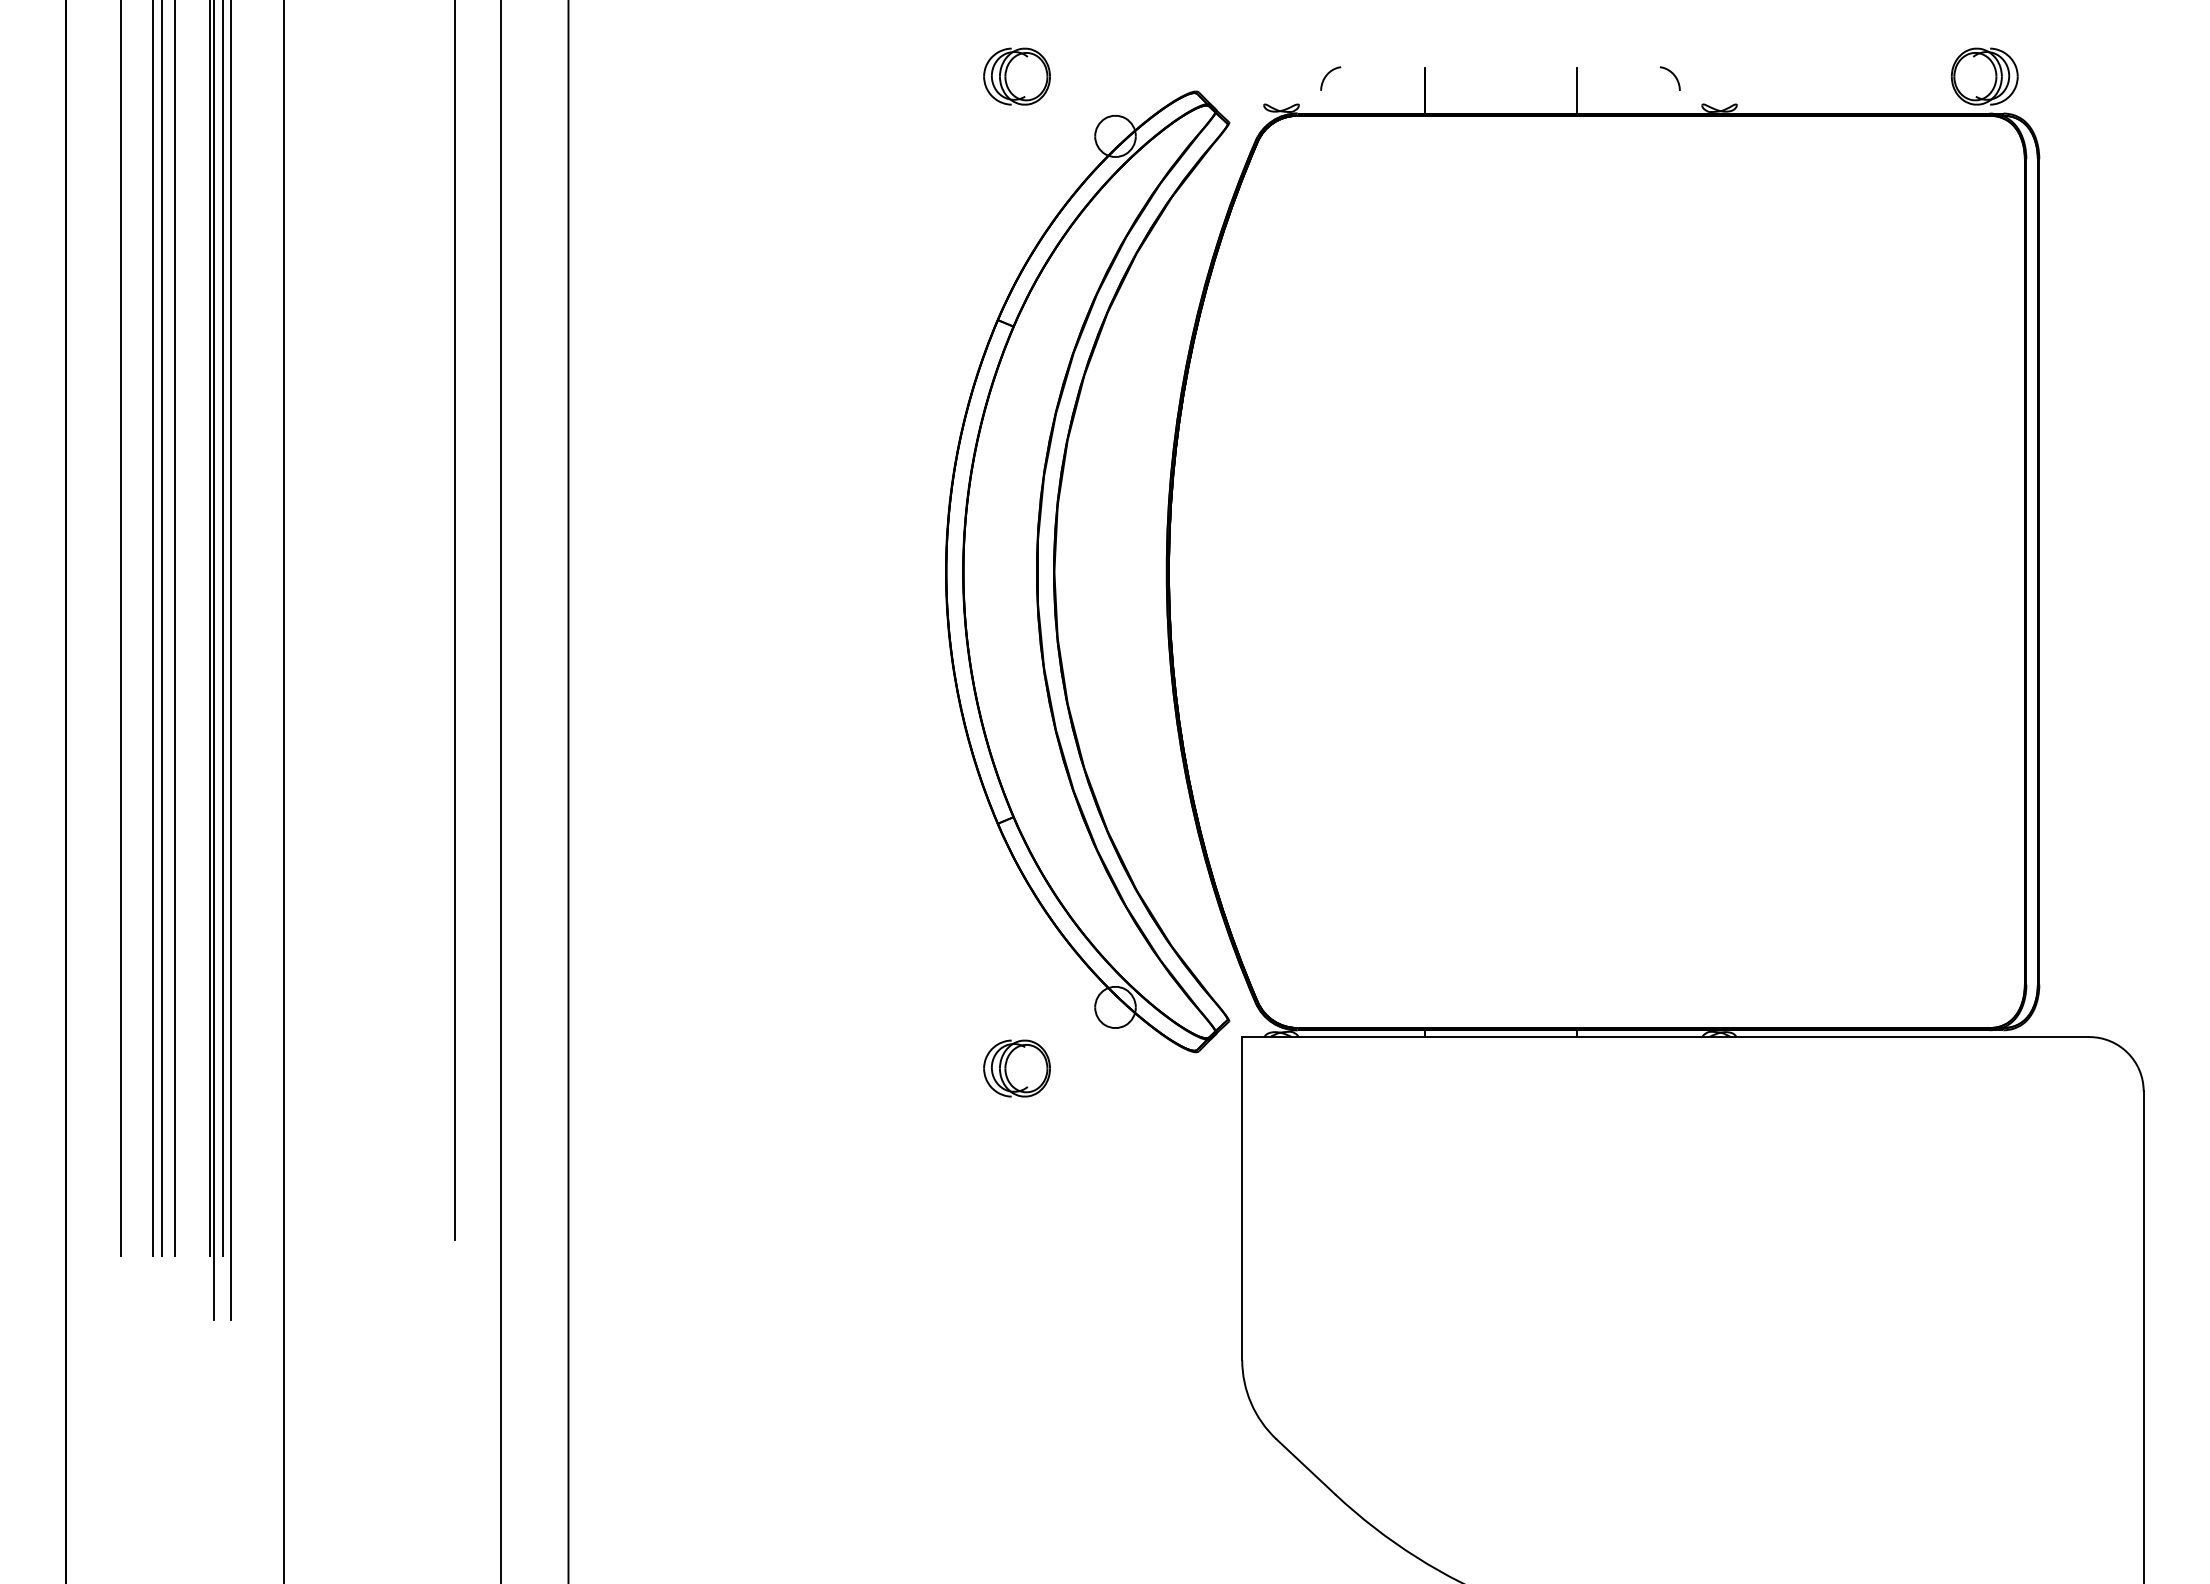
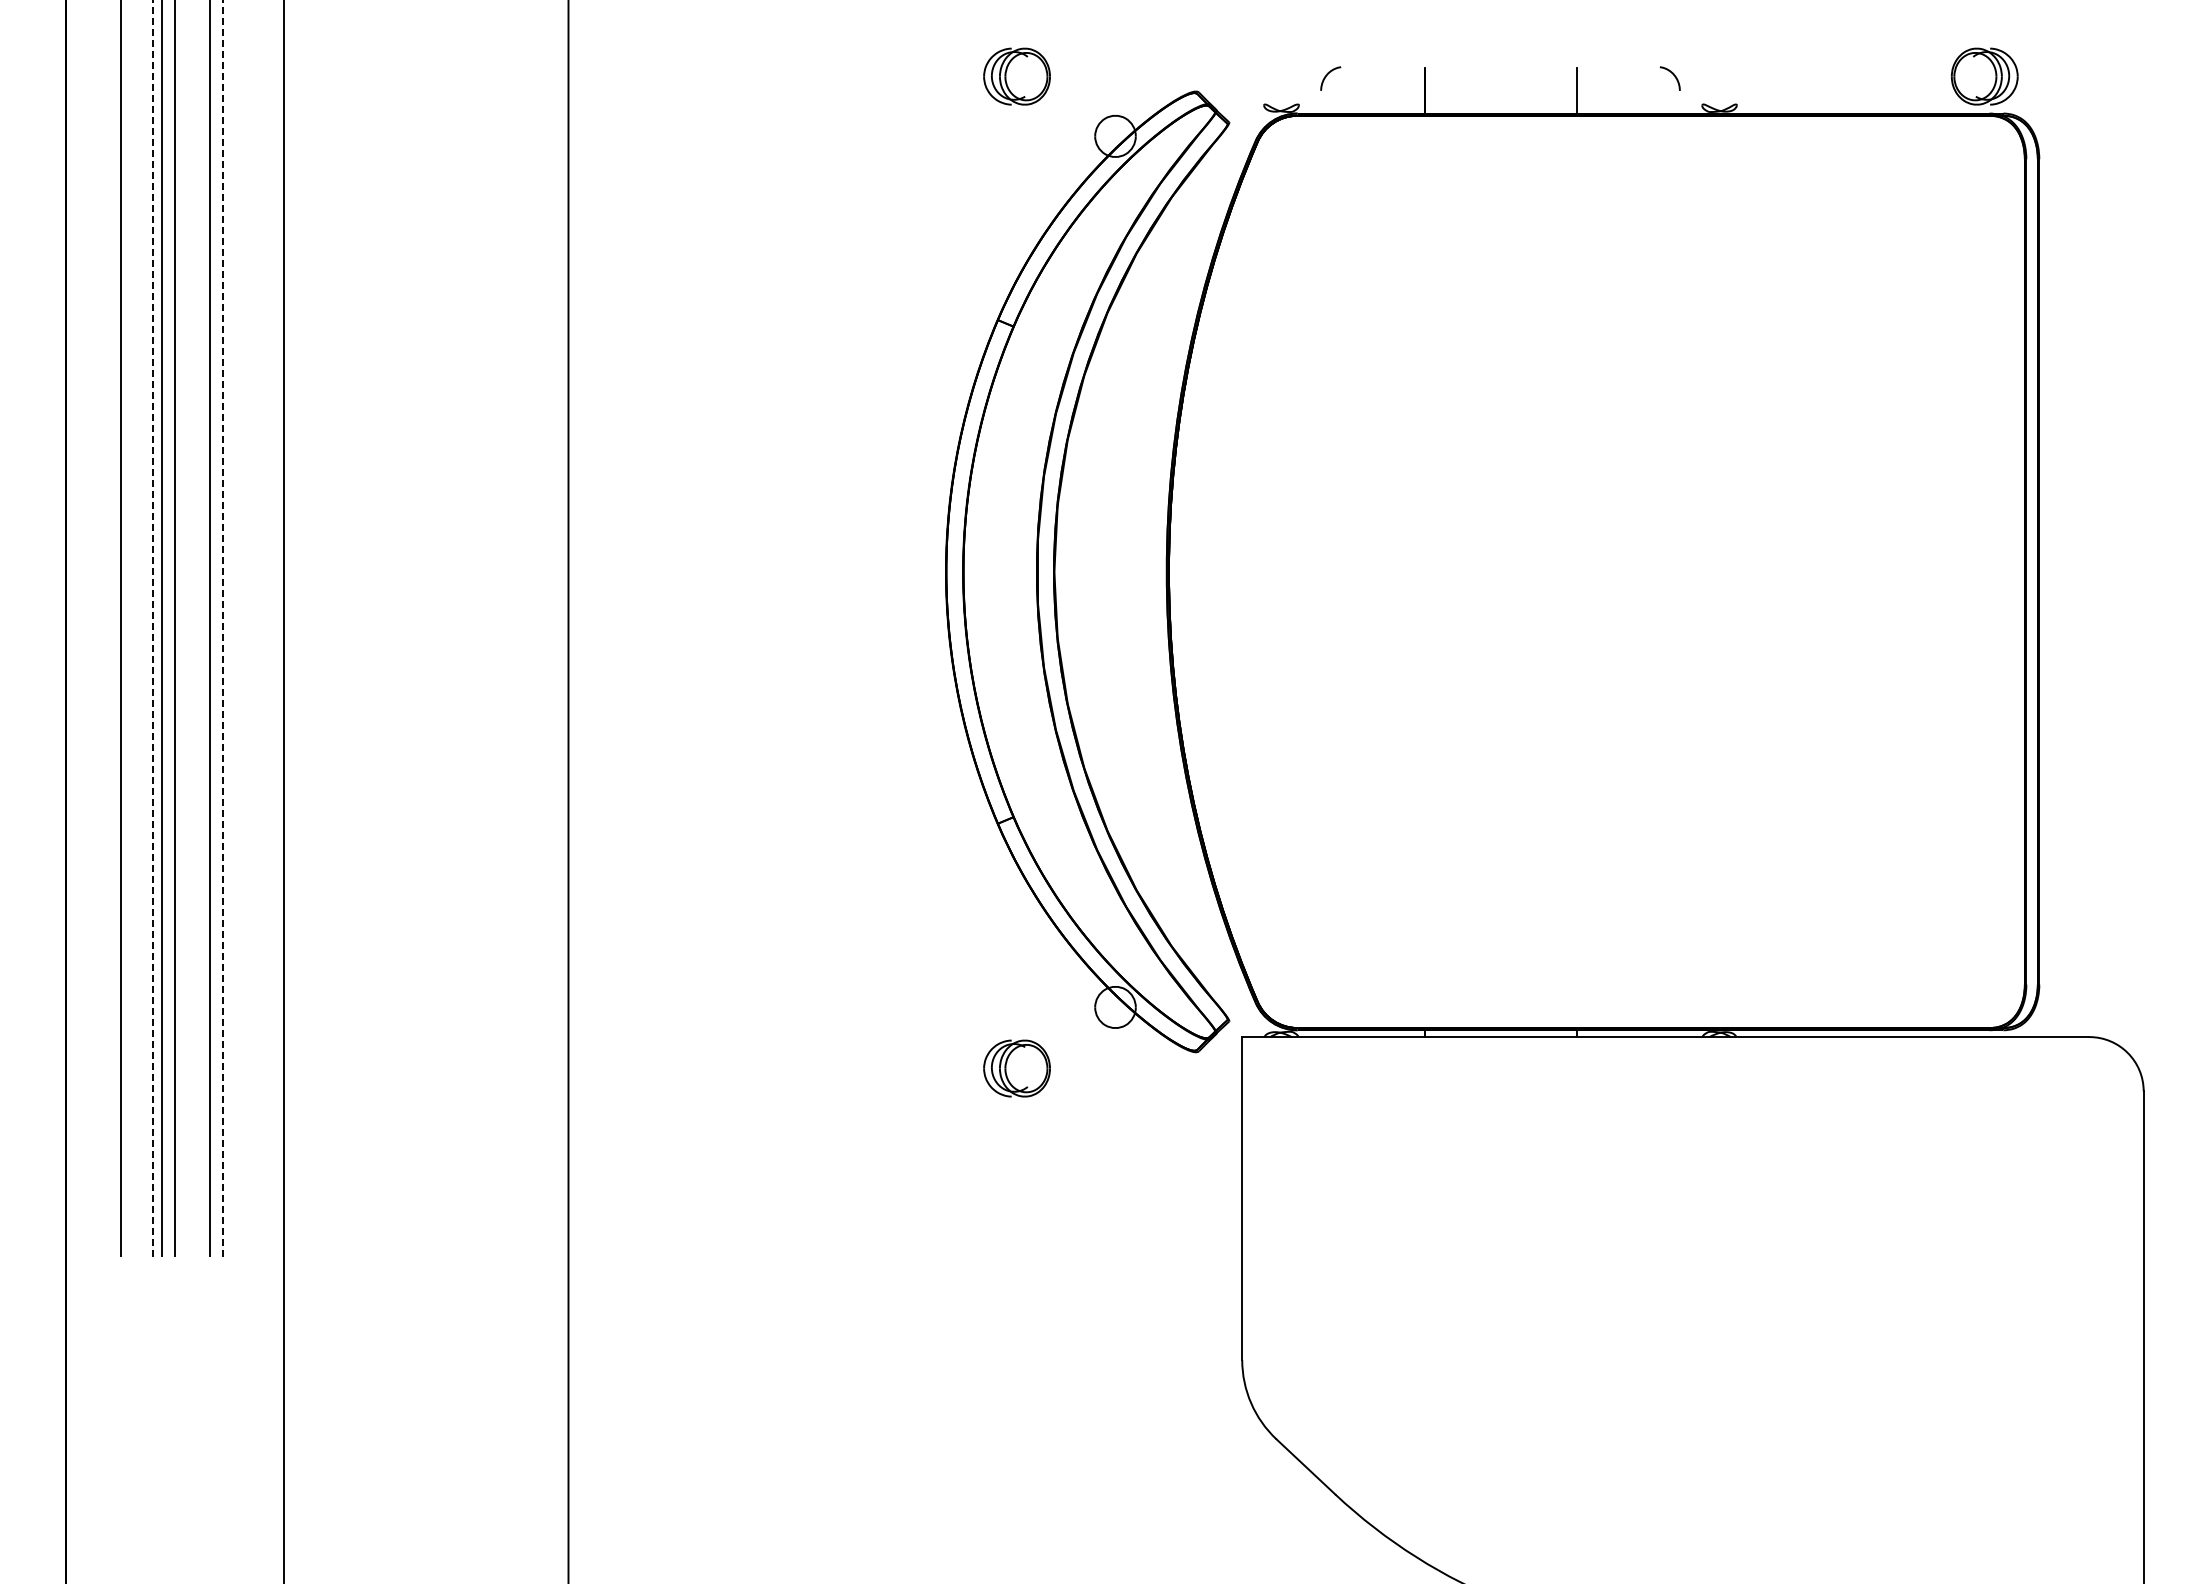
line at (455, 621): present -> none
line at (153, 628): solid -> dashed
line at (222, 628): solid -> dashed
line at (214, 661): present -> none
line at (231, 661): present -> none
line at (500, 791): present -> none
